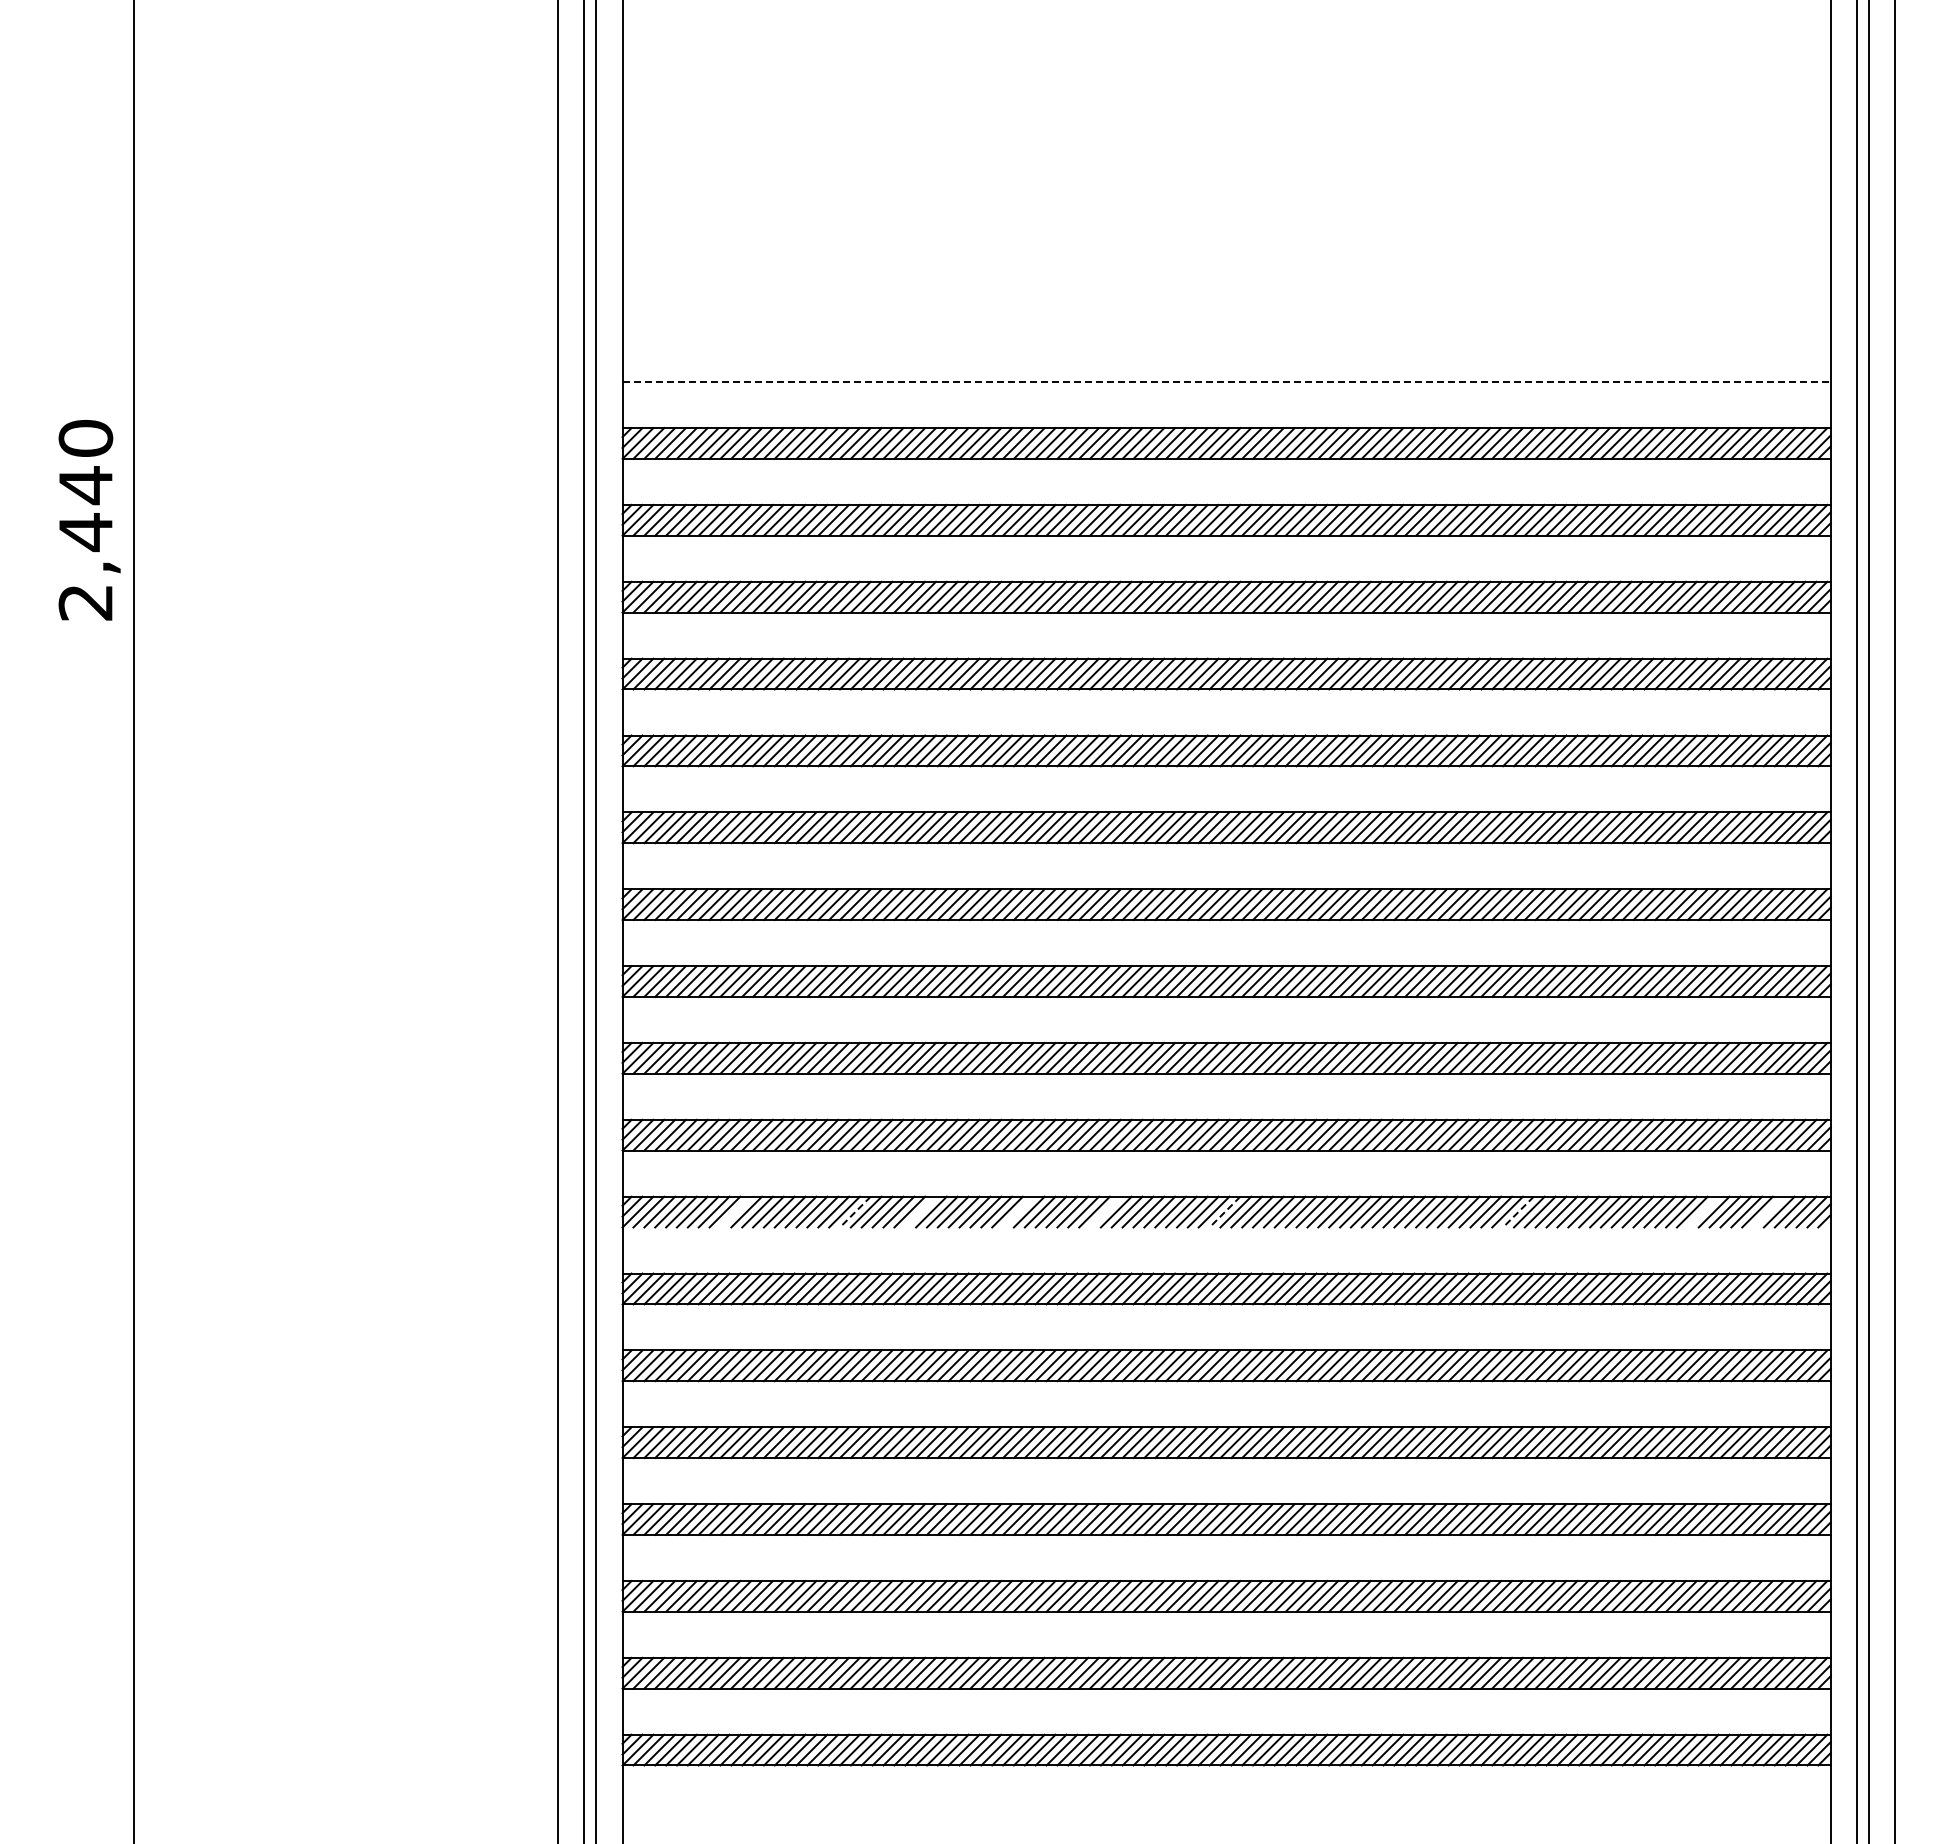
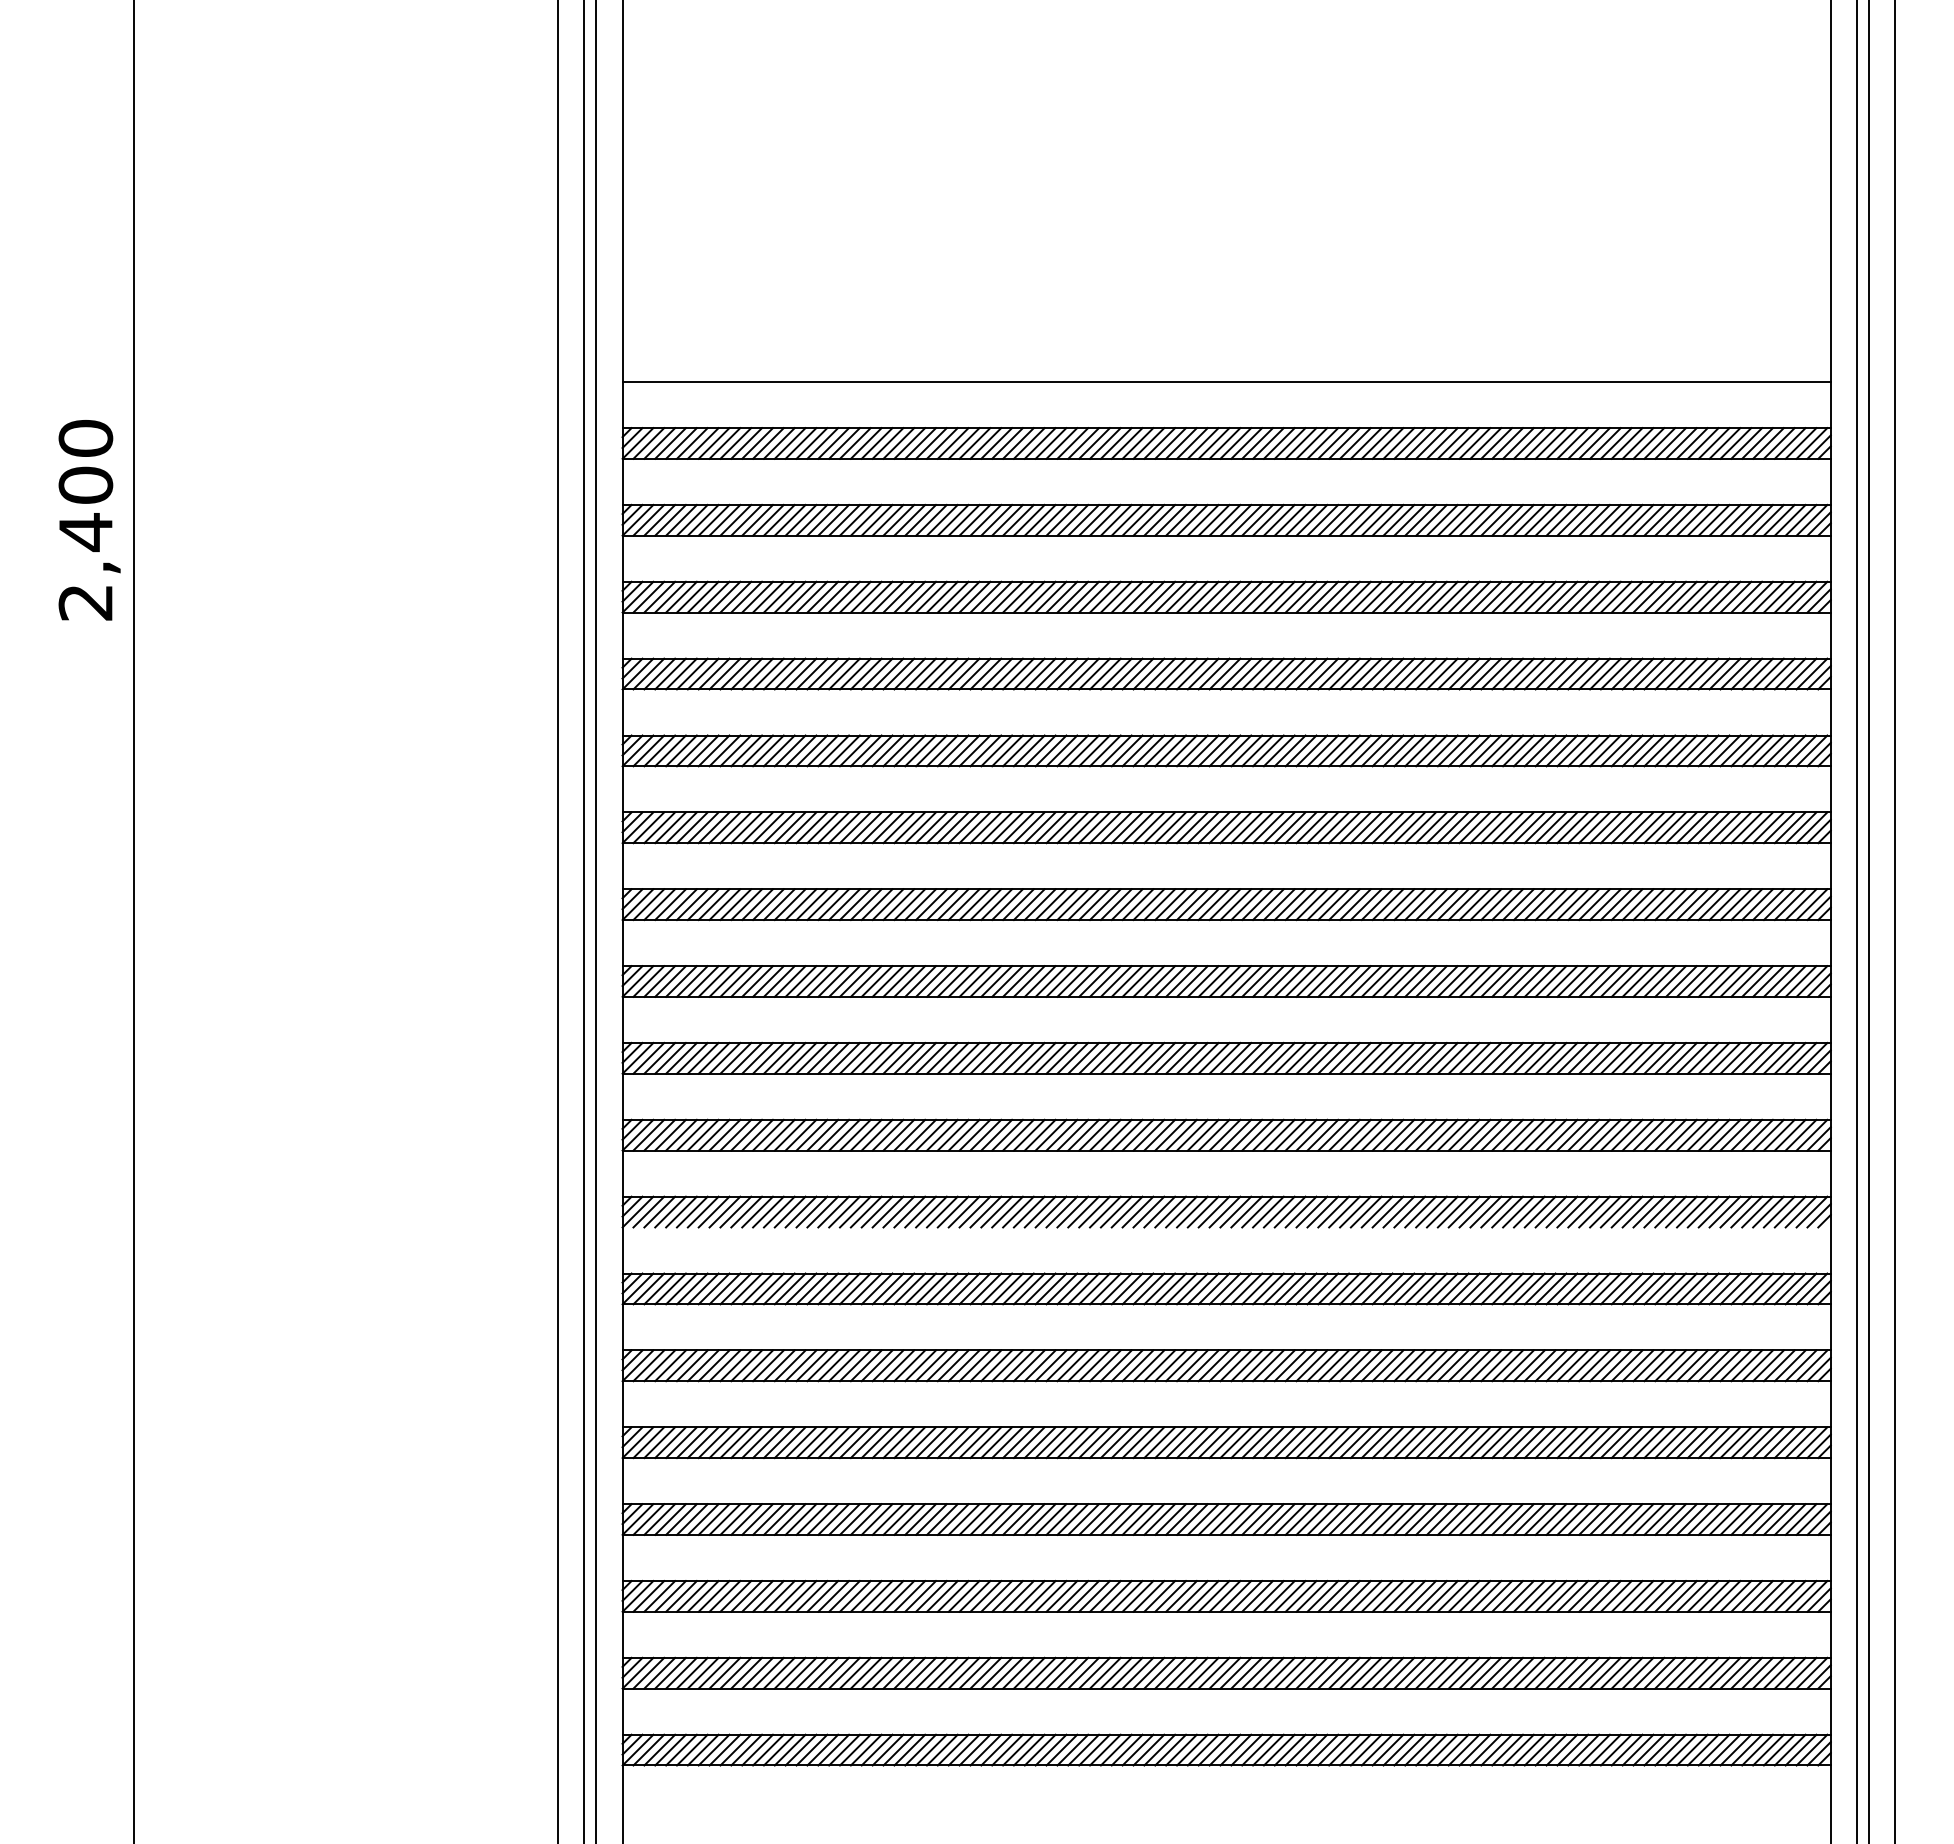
line at (1227, 381): dashed -> solid
text at (85, 485): 2,440 -> 2,400
line at (735, 1211): none -> present
line at (920, 1211): none -> present
line at (1018, 1211): none -> present
line at (1105, 1211): none -> present
line at (1702, 1211): none -> present
line at (1768, 1211): none -> present
line at (855, 1212): dashed -> solid
line at (1224, 1212): dashed -> solid
line at (1518, 1212): dashed -> solid
